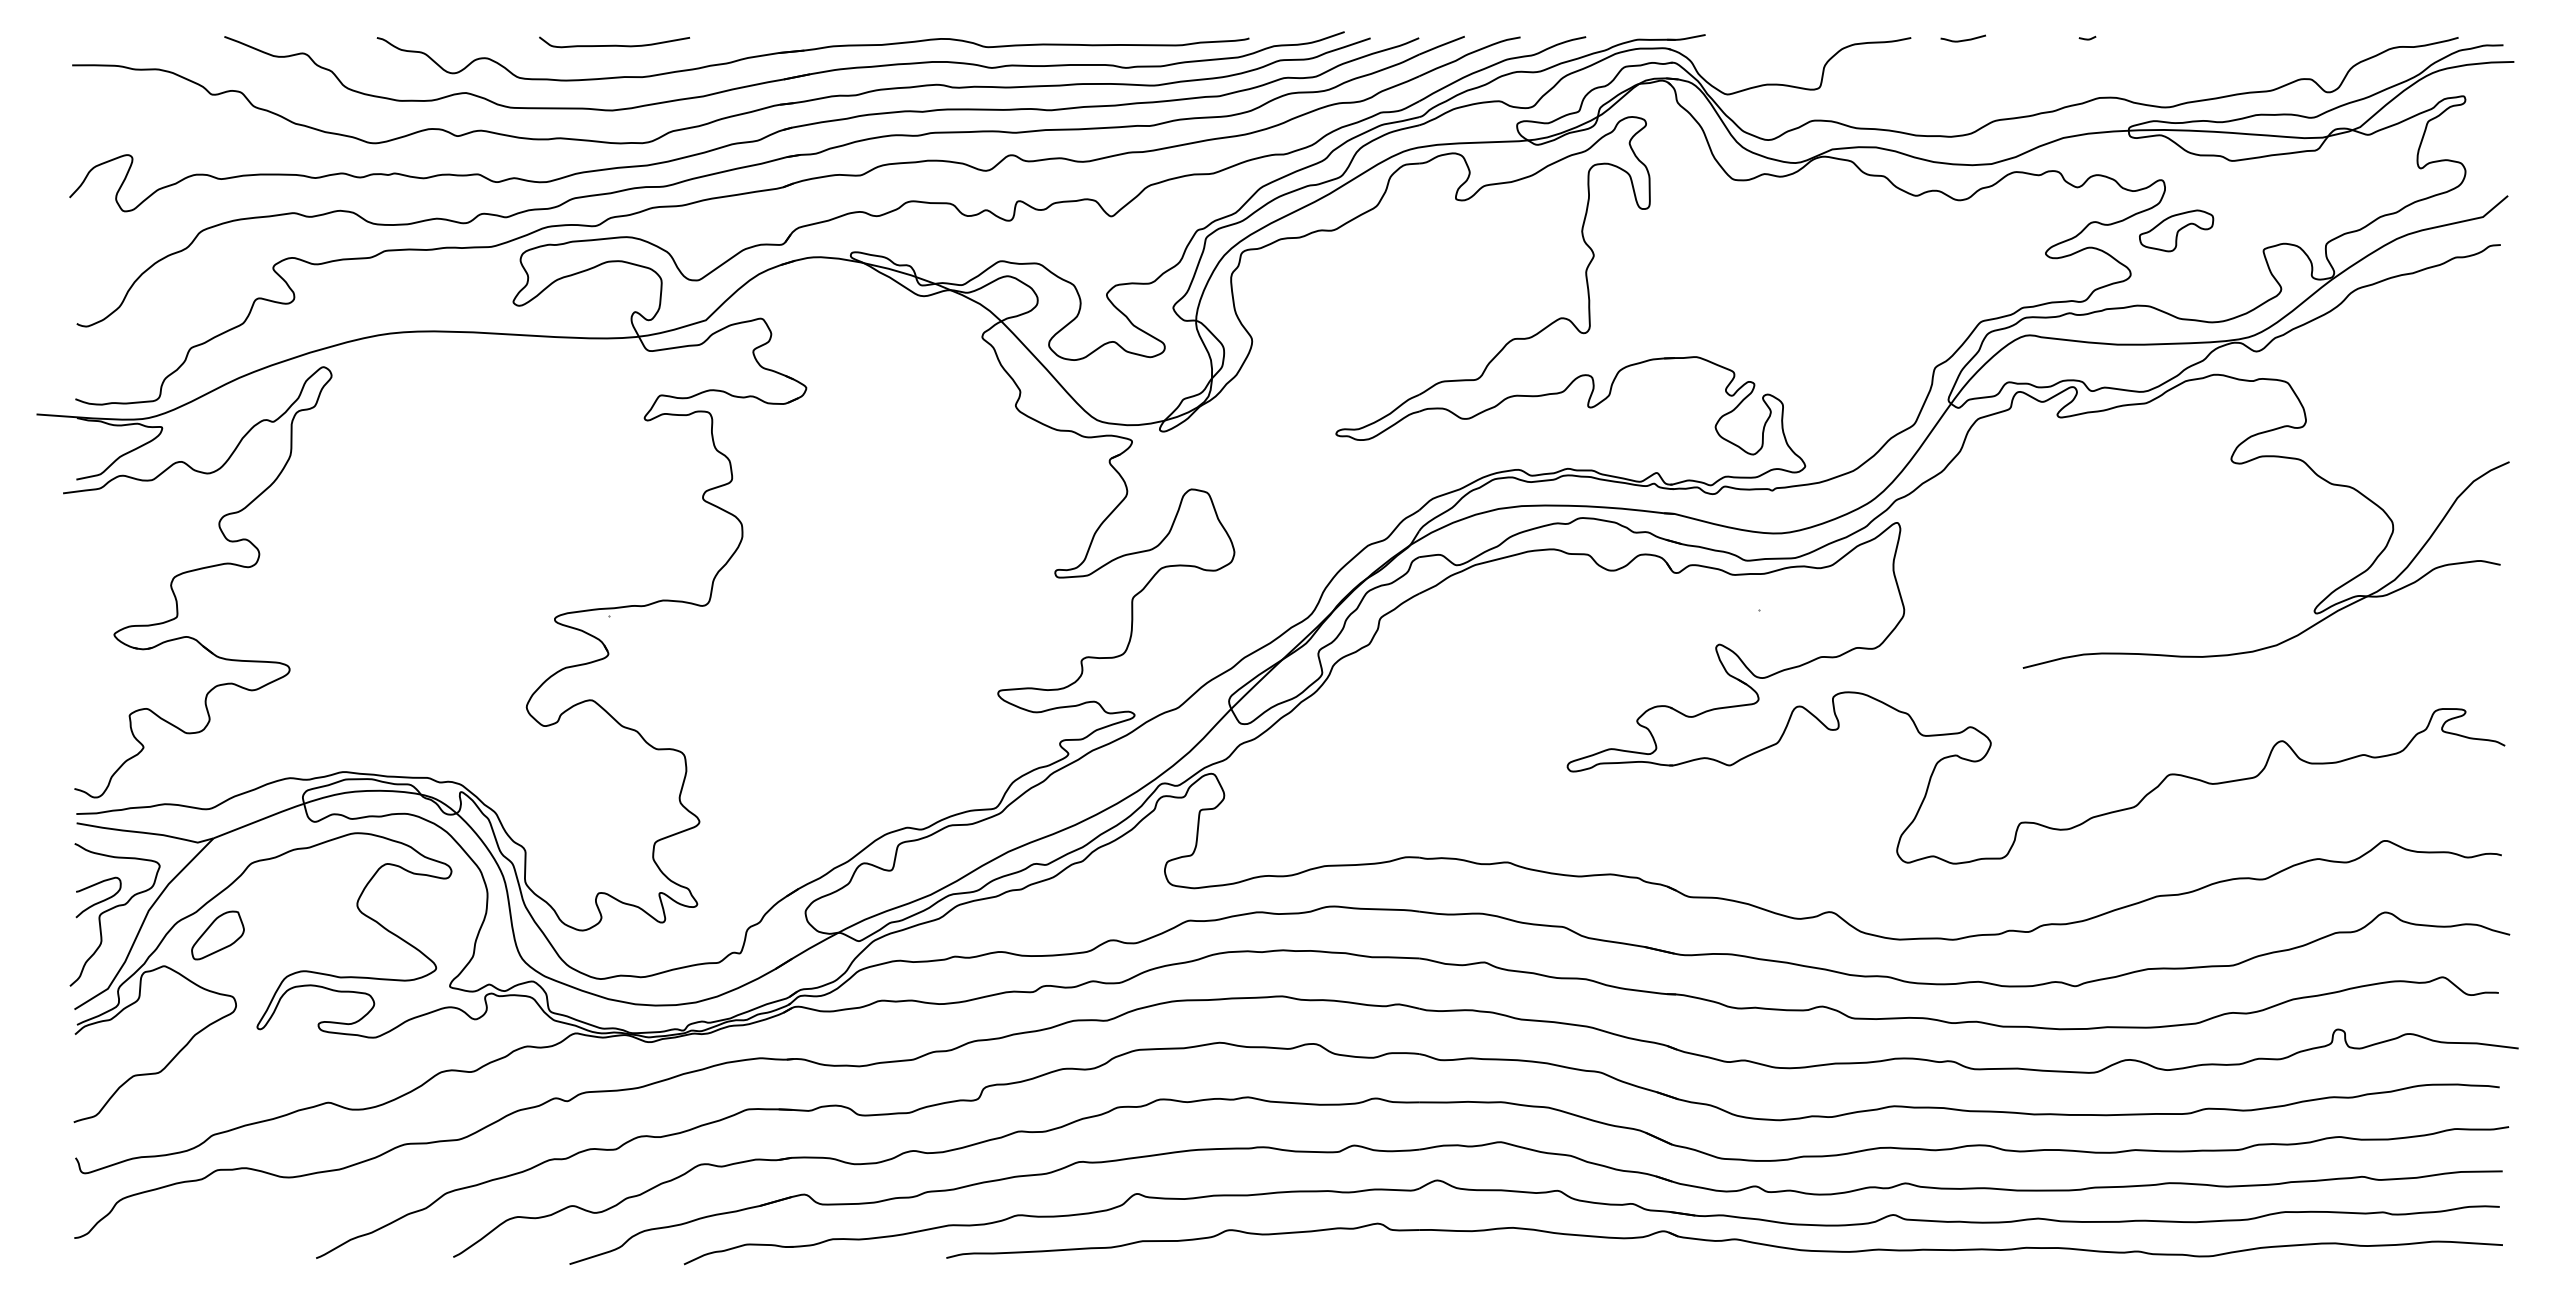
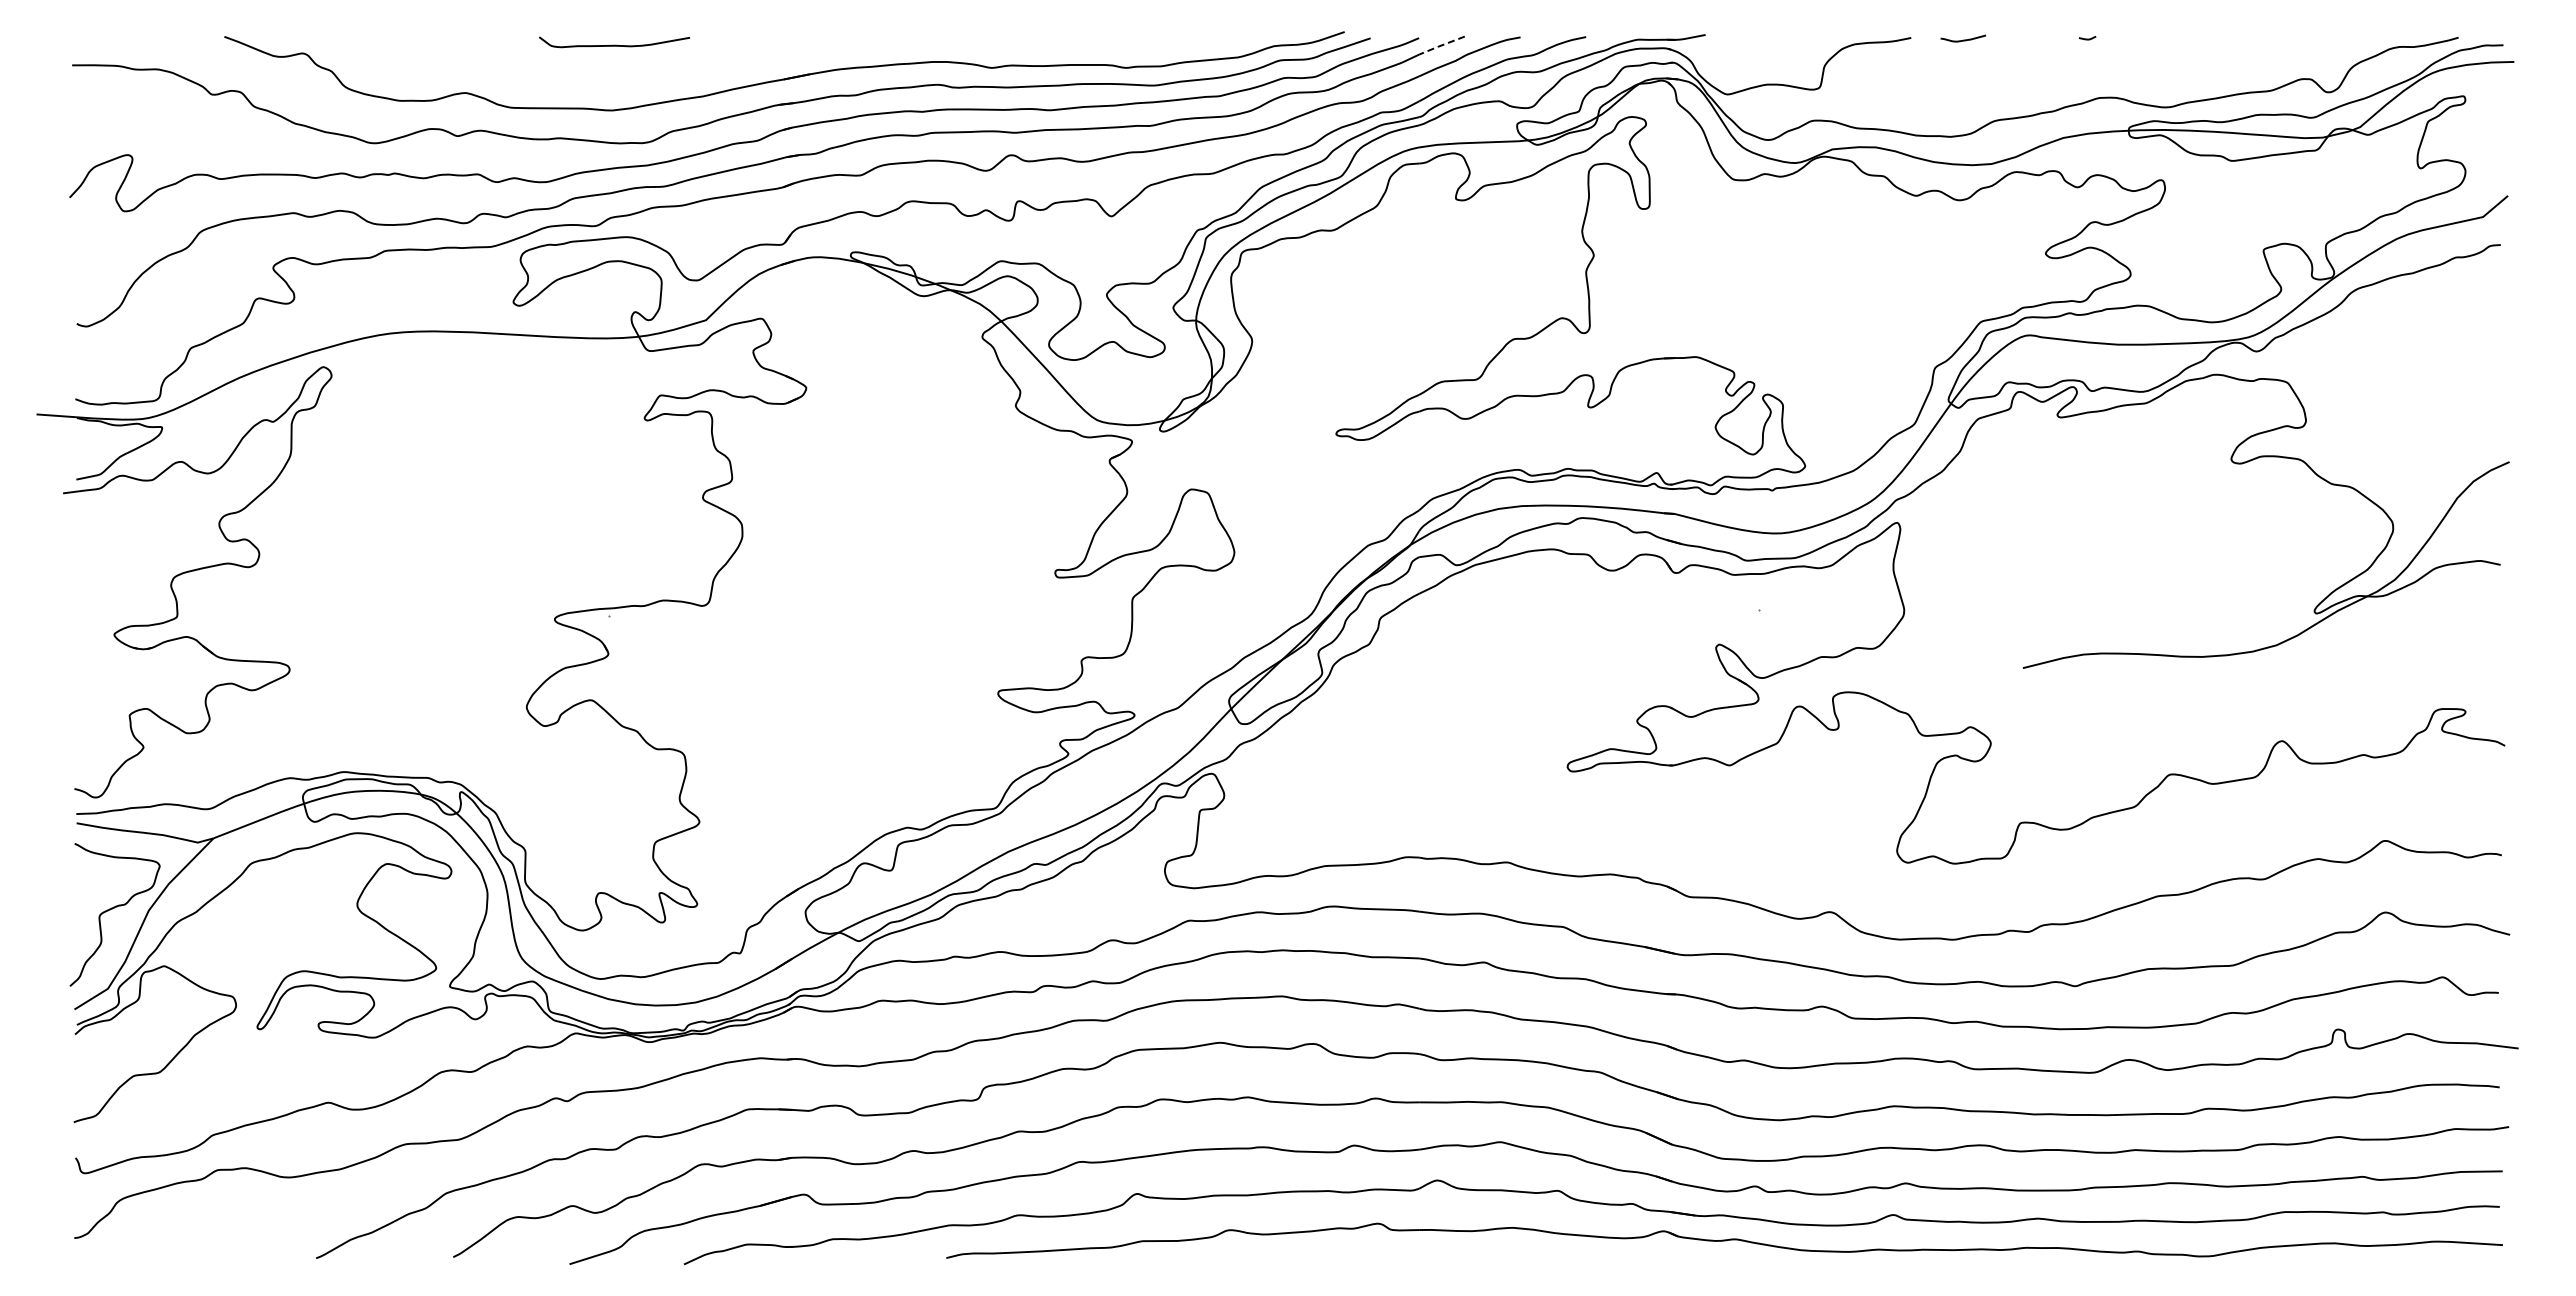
line at (1440, 45): solid -> dashed
part at (812, 50): present -> none
part at (2176, 230): present -> none
curve at (98, 901): present -> none
part at (217, 935): present -> none
